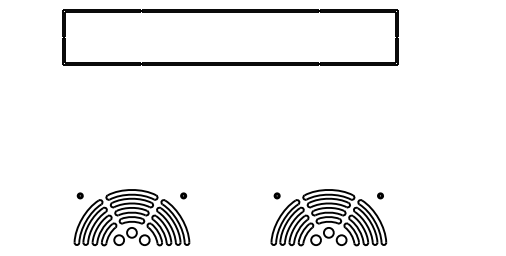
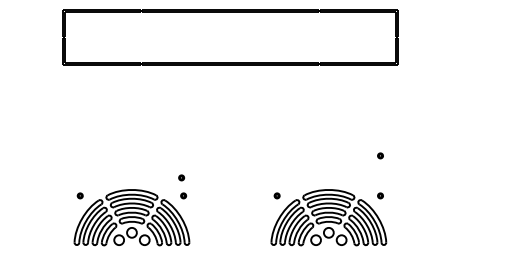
part at (380, 155): none -> present
part at (181, 177): none -> present
